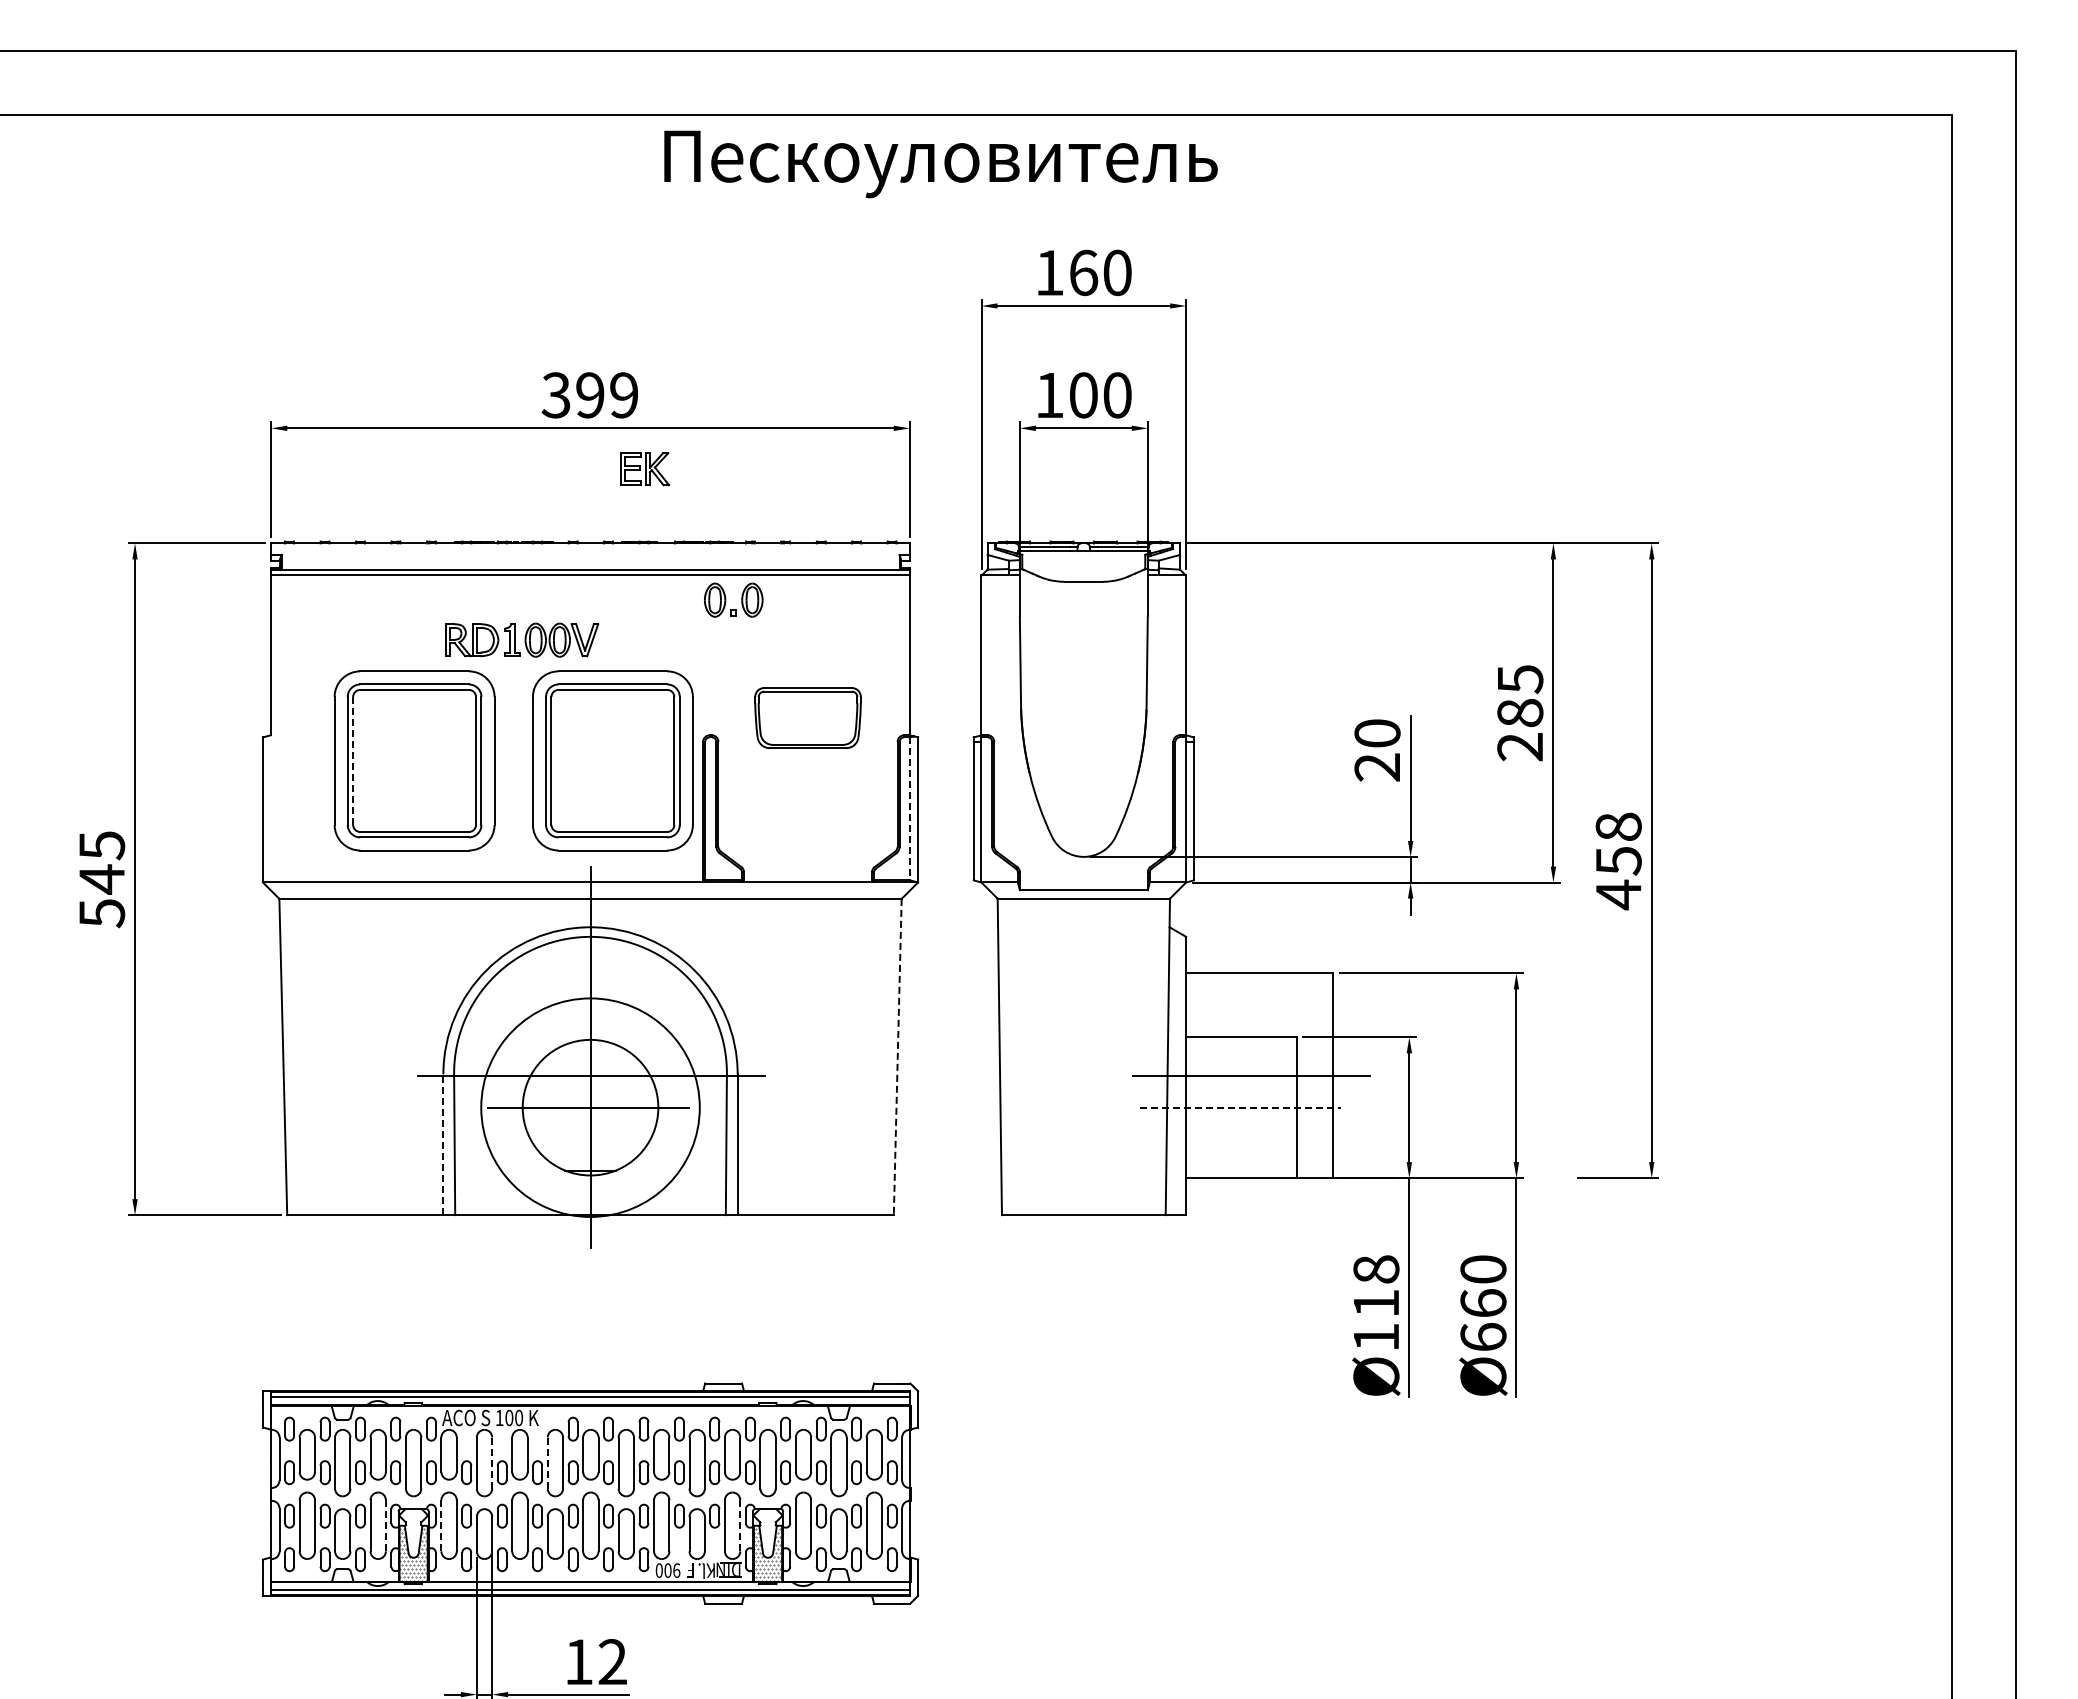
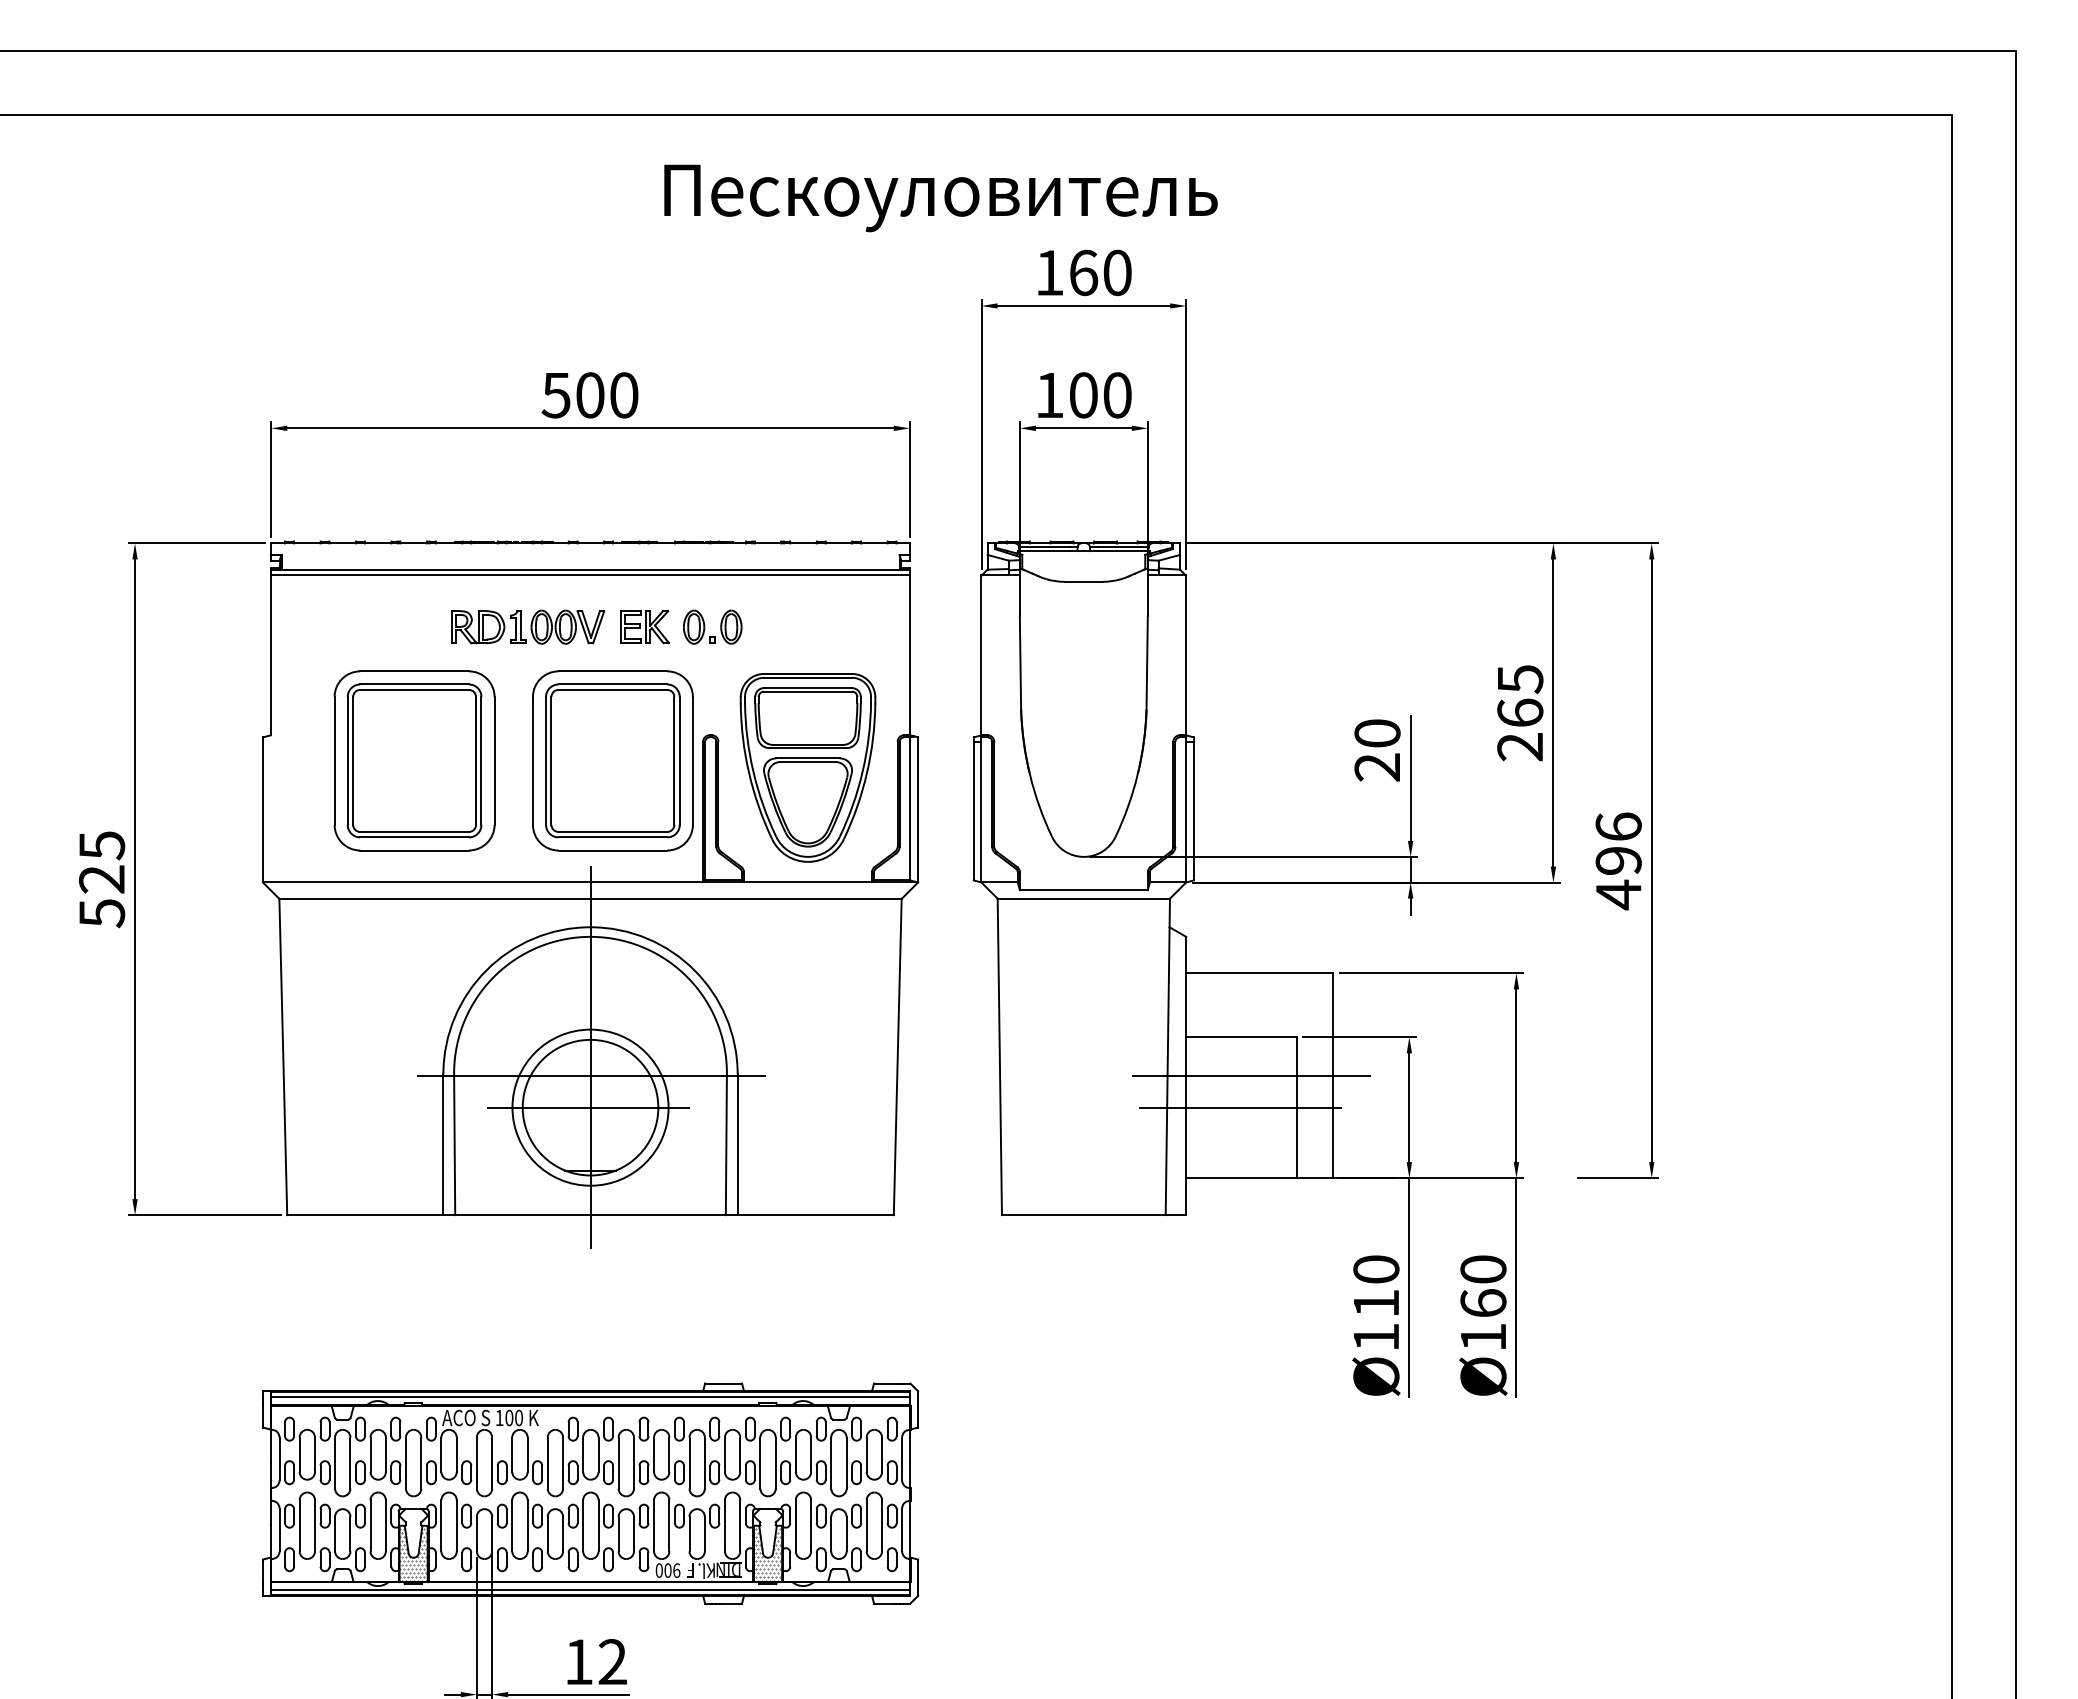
text at (940, 164) position: (940, 164) -> (940, 198)
text at (589, 395): 399 -> 500
part at (645, 469) position: (645, 469) -> (645, 627)
part at (726, 599) position: (726, 599) -> (705, 626)
part at (522, 639) position: (522, 639) -> (528, 626)
text at (1520, 712): 285 -> 265
line at (353, 760): dashed -> solid
part at (807, 767): none -> present
line at (910, 808): dashed -> solid
text at (1618, 843): 458 -> 496
text at (101, 879): 545 -> 525
line at (897, 1057): dashed -> solid
circle at (590, 1107) diameter: 219 px -> 156 px
line at (1241, 1107): dashed -> solid
line at (443, 1144): dashed -> solid
text at (1376, 1269): Ø118 -> Ø110
text at (1483, 1336): Ø660 -> Ø160
line at (492, 1463): dashed -> solid
line at (547, 1463): dashed -> solid
line at (385, 1525): dashed -> solid
line at (441, 1525): dashed -> solid
line at (740, 1525): dashed -> solid
